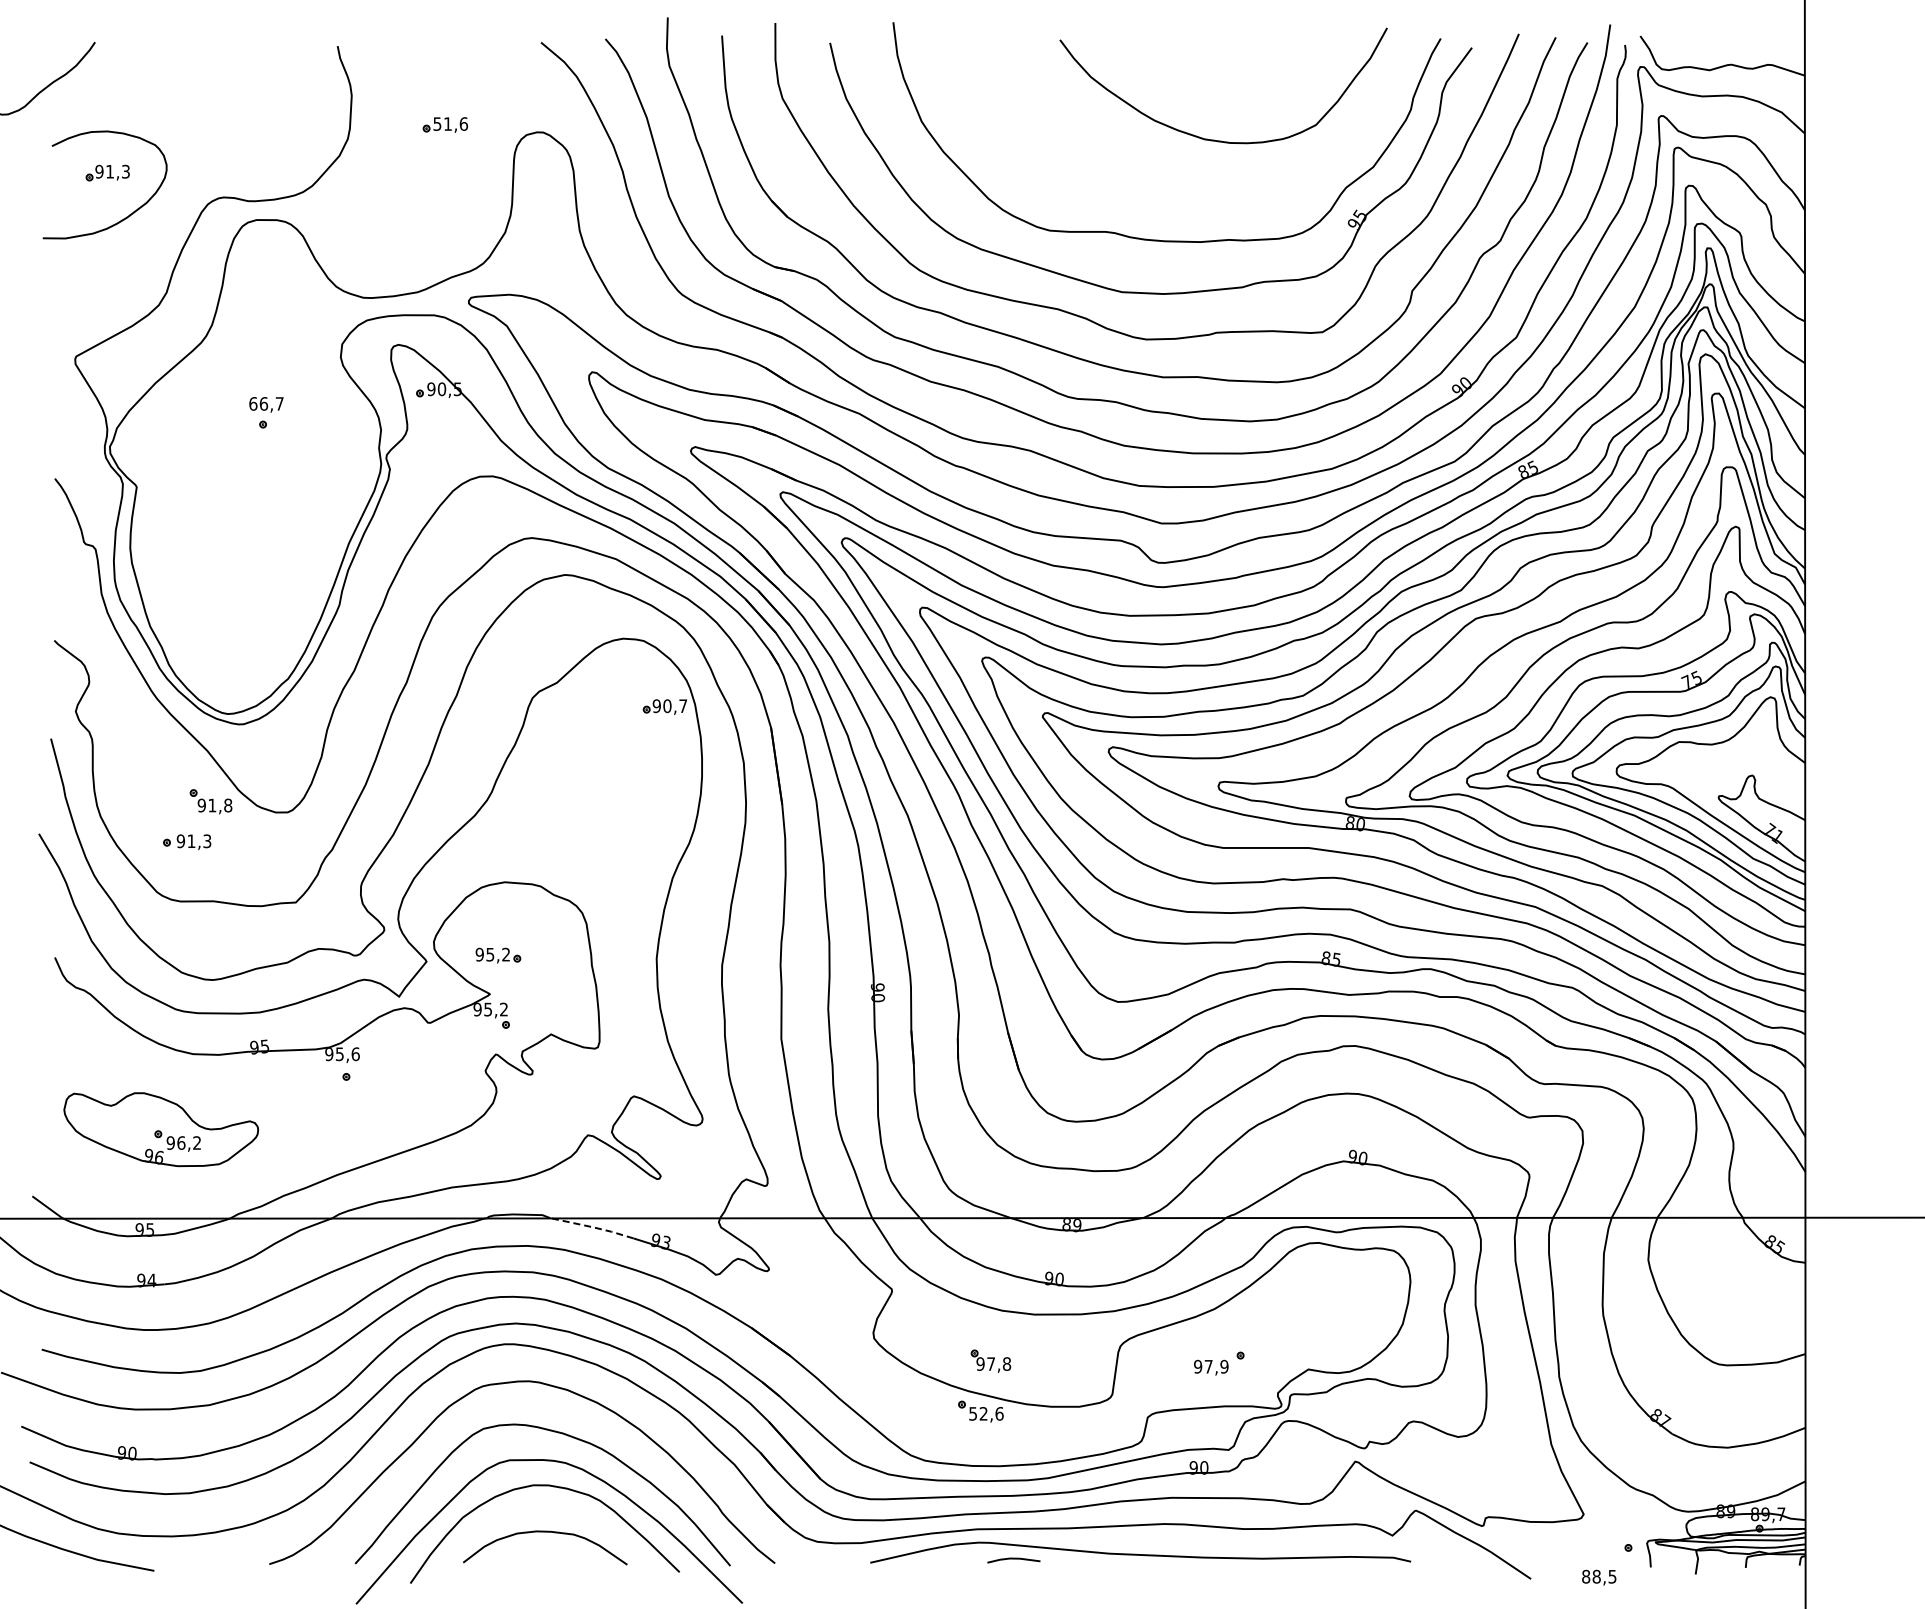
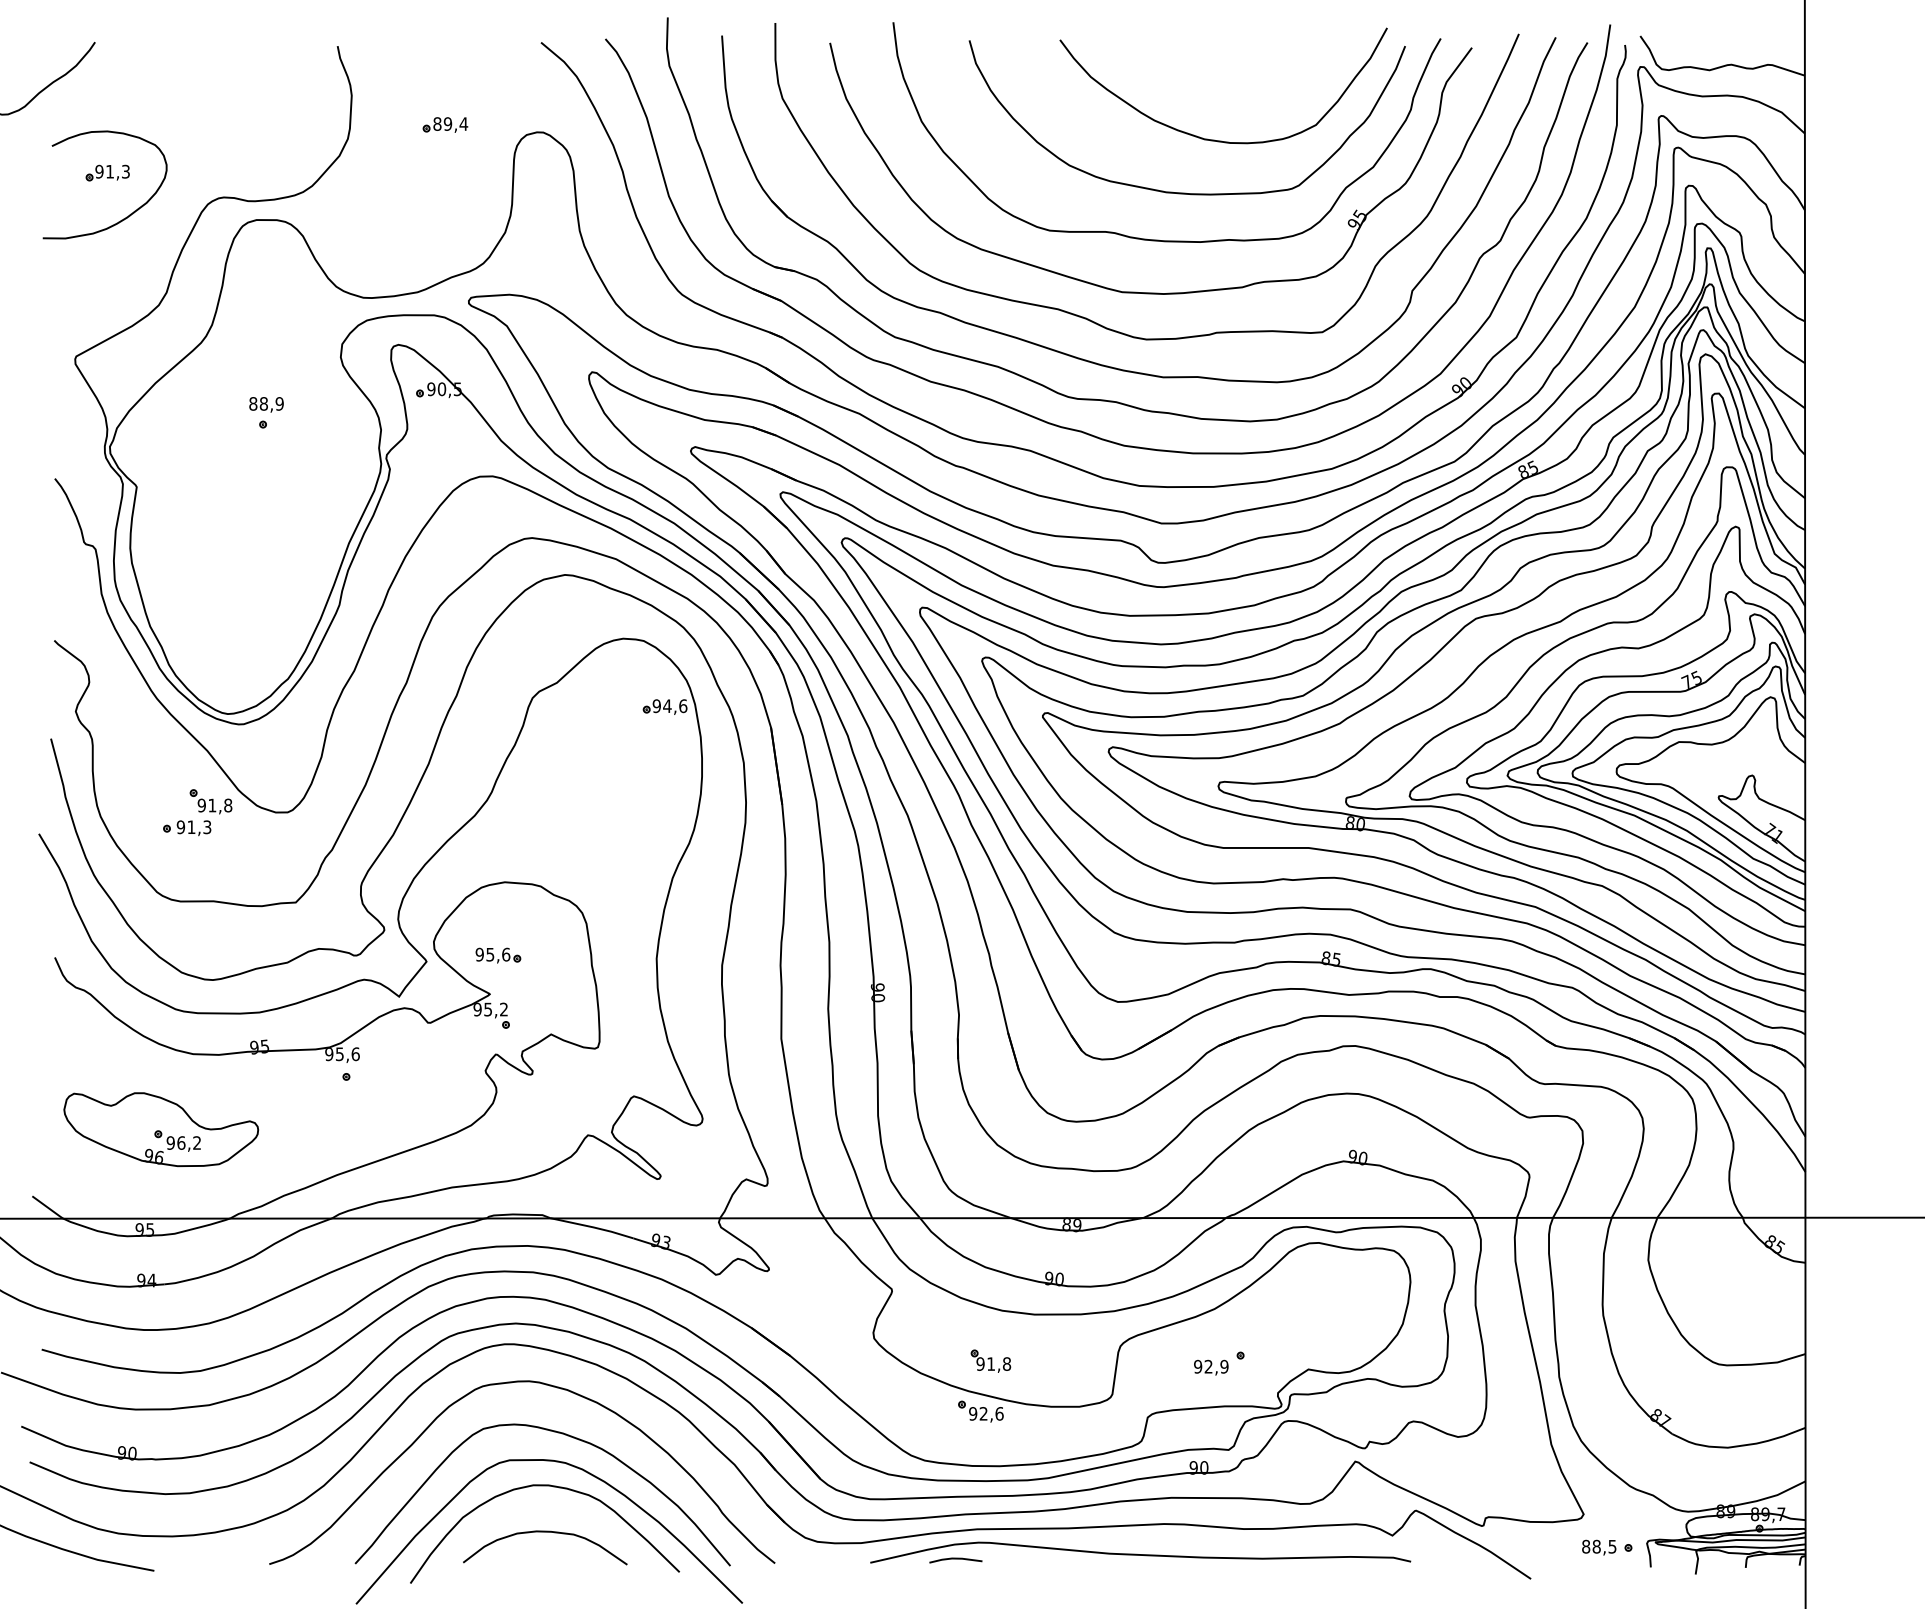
text at (450, 123): 51,6 -> 89,4
curve at (1186, 192): none -> present
text at (266, 403): 66,7 -> 88,9
text at (675, 706): 90,7 -> 94,6
part at (187, 842) position: (187, 842) -> (187, 828)
text at (506, 954): 95,2 -> 95,6
line at (592, 1227): dashed -> solid
text at (990, 1363): 97,8 -> 91,8
text at (1208, 1366): 97,9 -> 92,9
text at (973, 1413): 52,6 -> 92,6
line at (1013, 1559) position: (1013, 1559) -> (955, 1559)
text at (1599, 1577) position: (1599, 1577) -> (1599, 1547)
